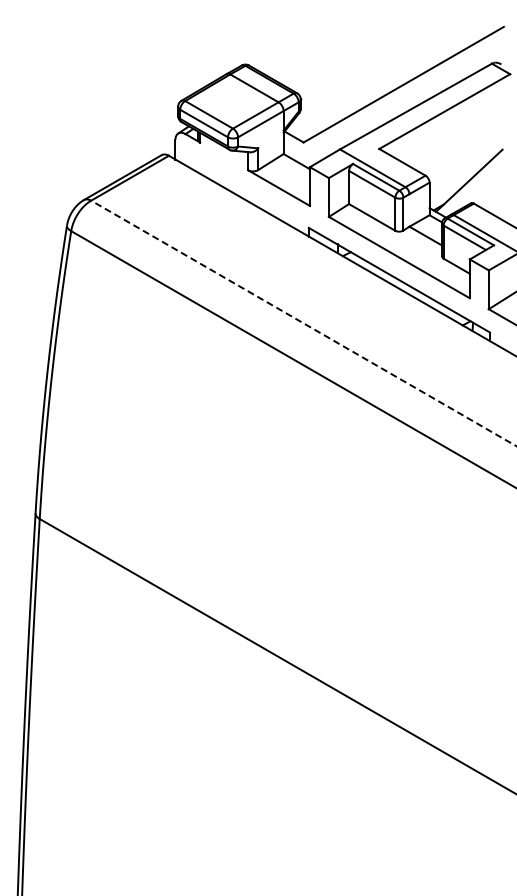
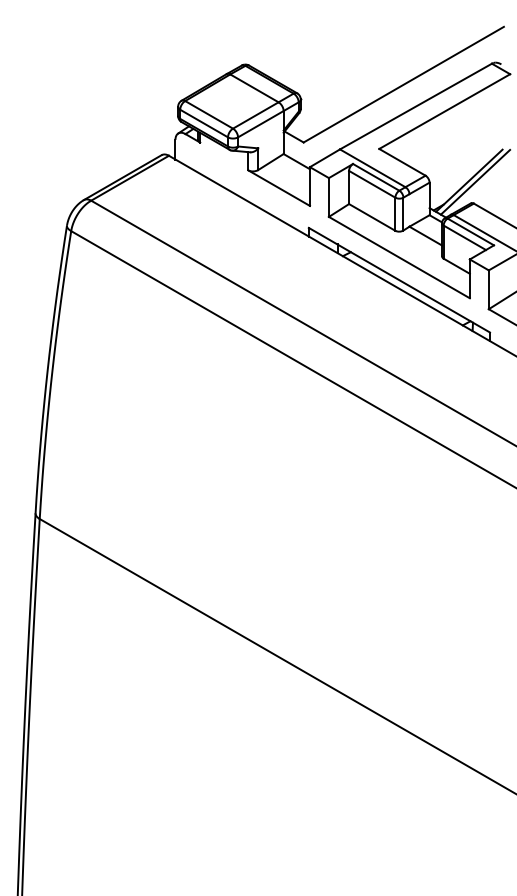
line at (475, 181): none -> present
line at (303, 323): dashed -> solid
